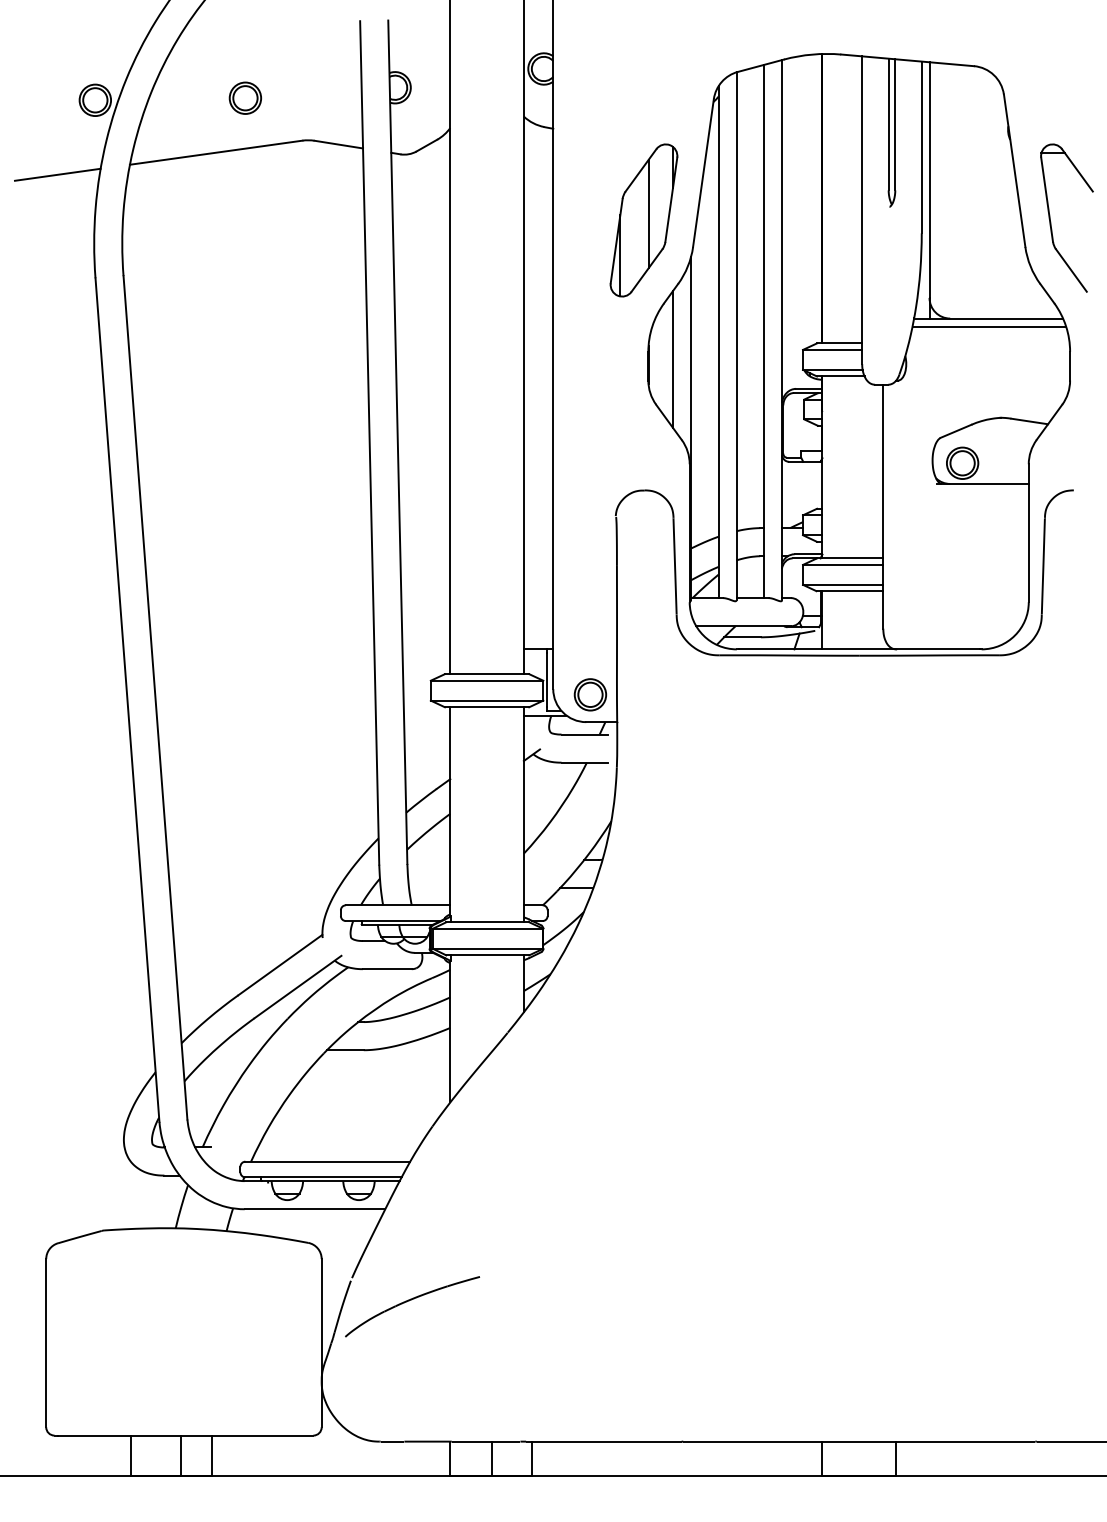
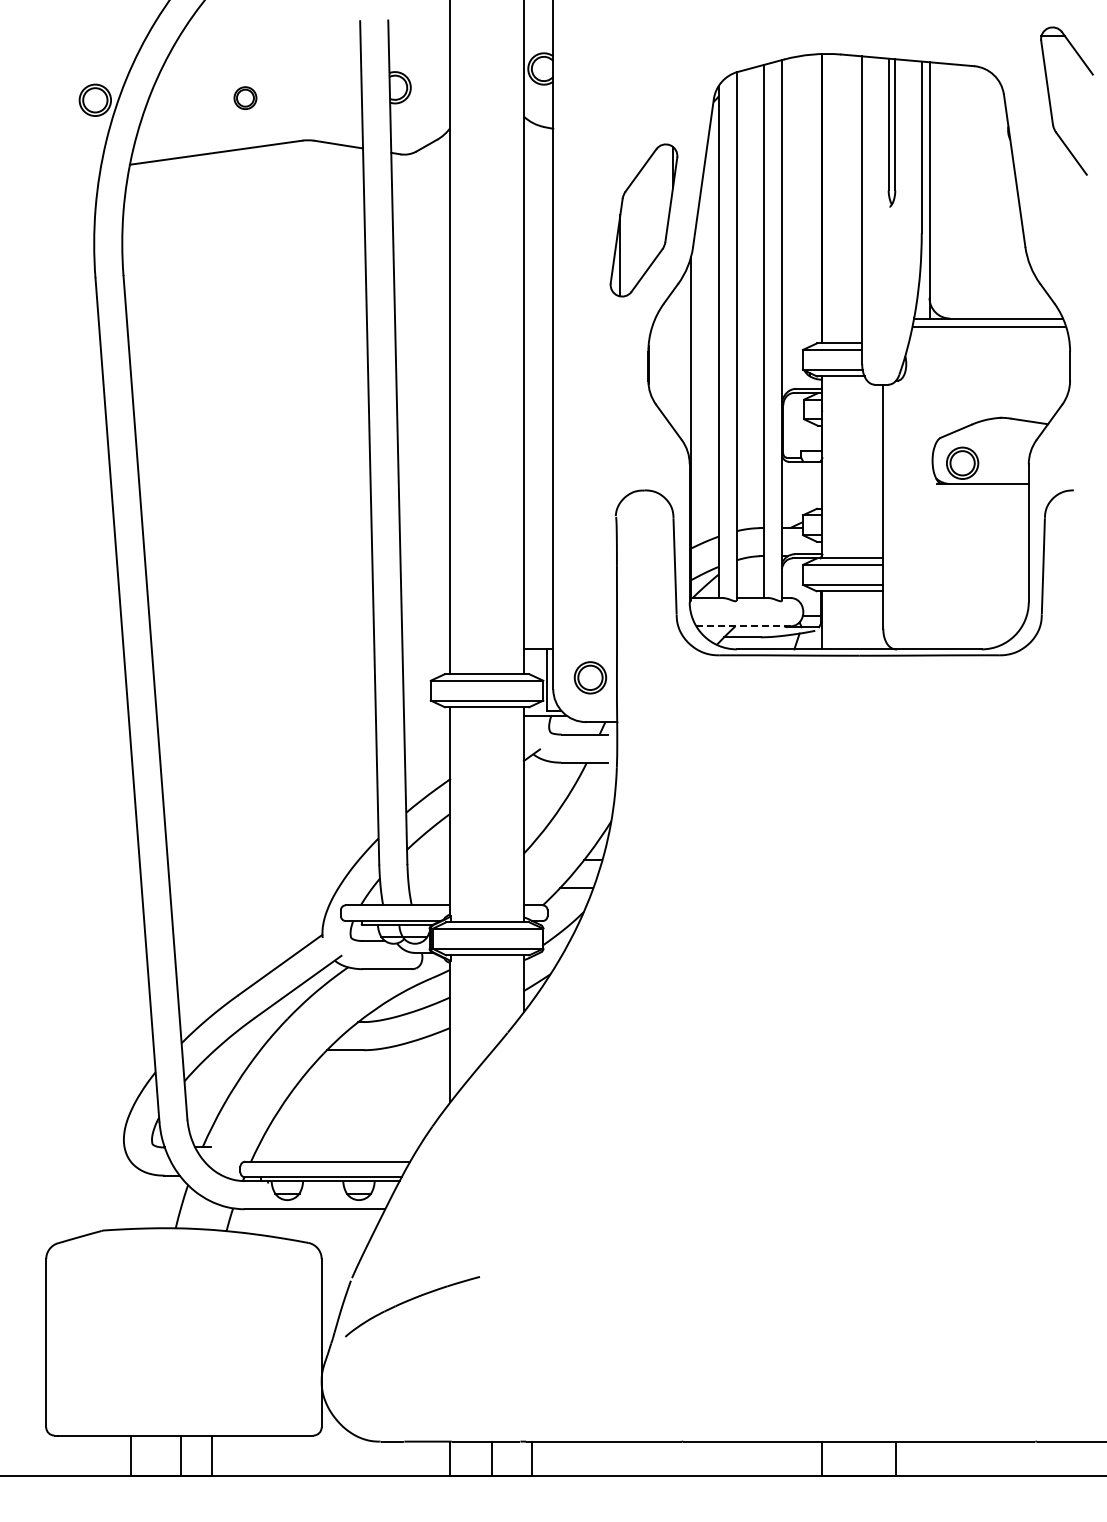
part at (245, 97) size: 35x34 px -> 25x25 px
line at (57, 174): present -> none
line at (648, 214): present -> none
part at (1051, 222) position: (1051, 222) -> (1051, 105)
line at (673, 359): present -> none
line at (744, 626): solid -> dashed
part at (590, 694) position: (590, 694) -> (590, 677)
